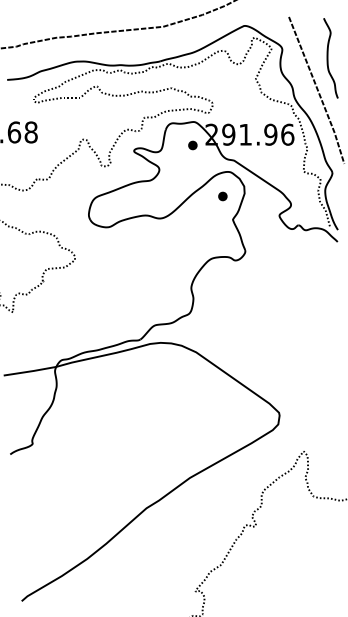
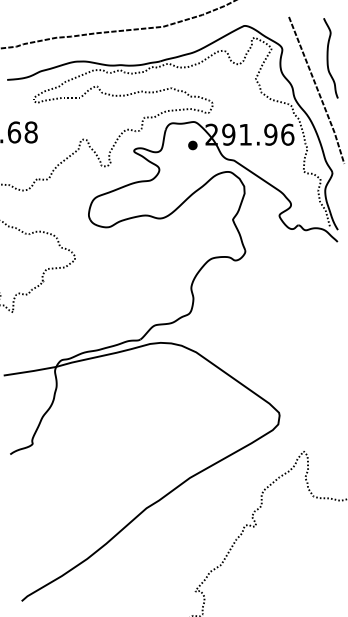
part at (222, 196): present -> none
